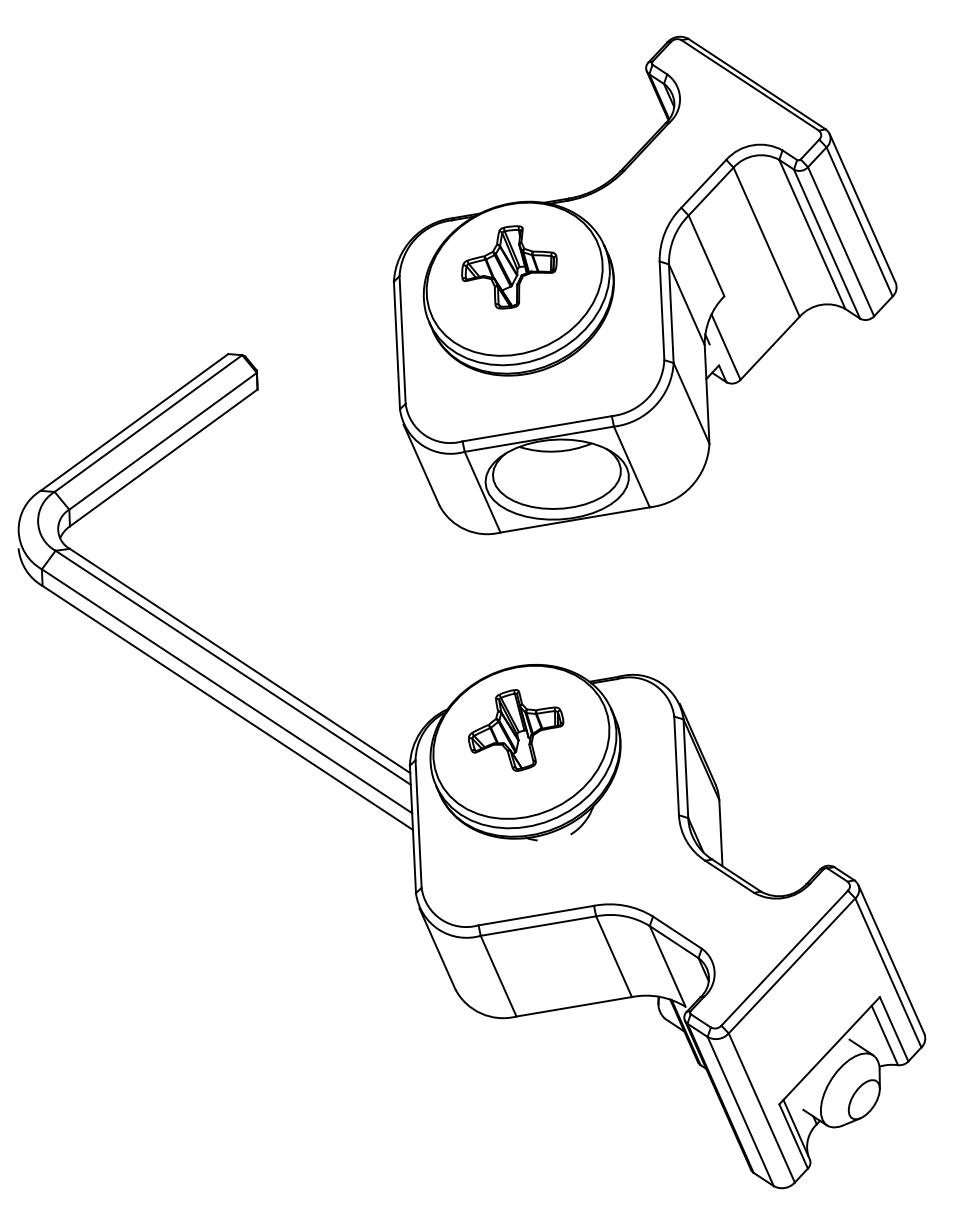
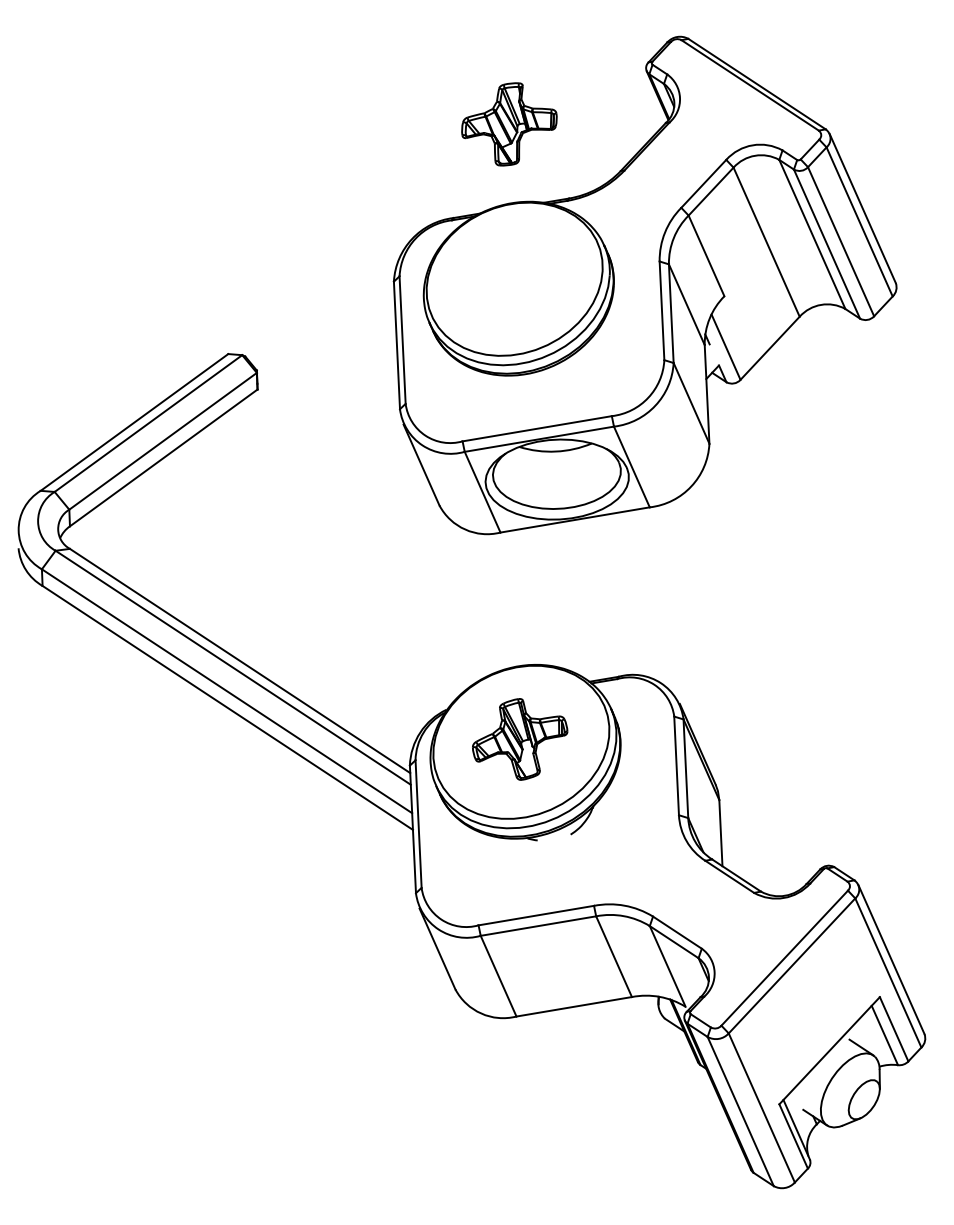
part at (509, 267) position: (509, 267) -> (509, 124)
part at (516, 730) position: (516, 730) -> (520, 739)
